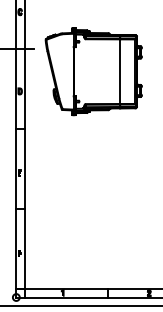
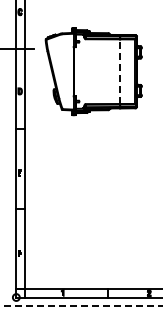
line at (120, 71): solid -> dashed
line at (81, 306): solid -> dashed
